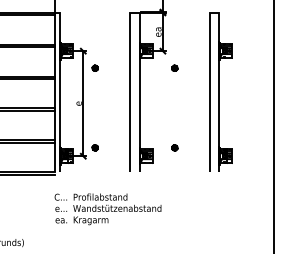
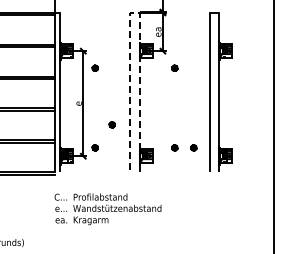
line at (135, 12): solid -> dashed
part at (111, 124): none -> present
part at (193, 147): none -> present
